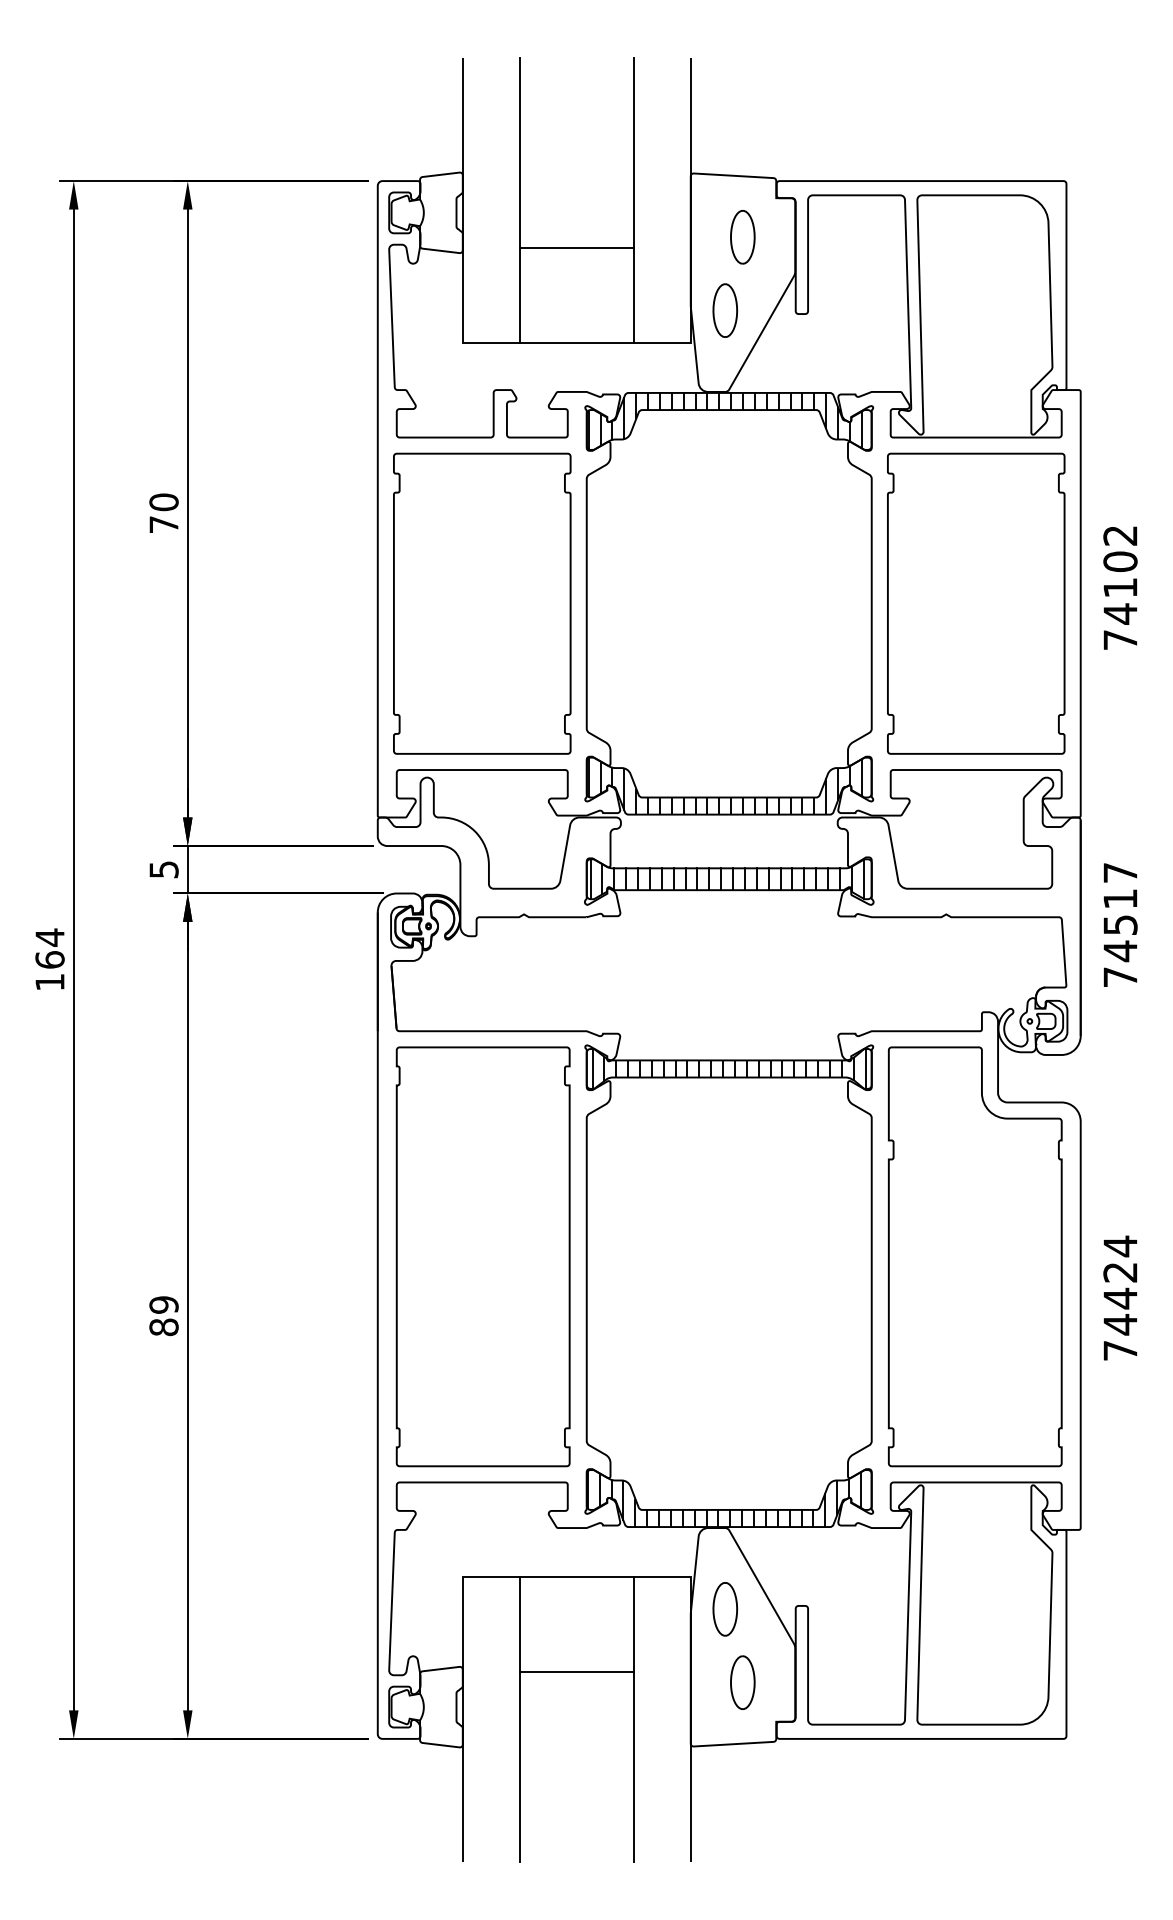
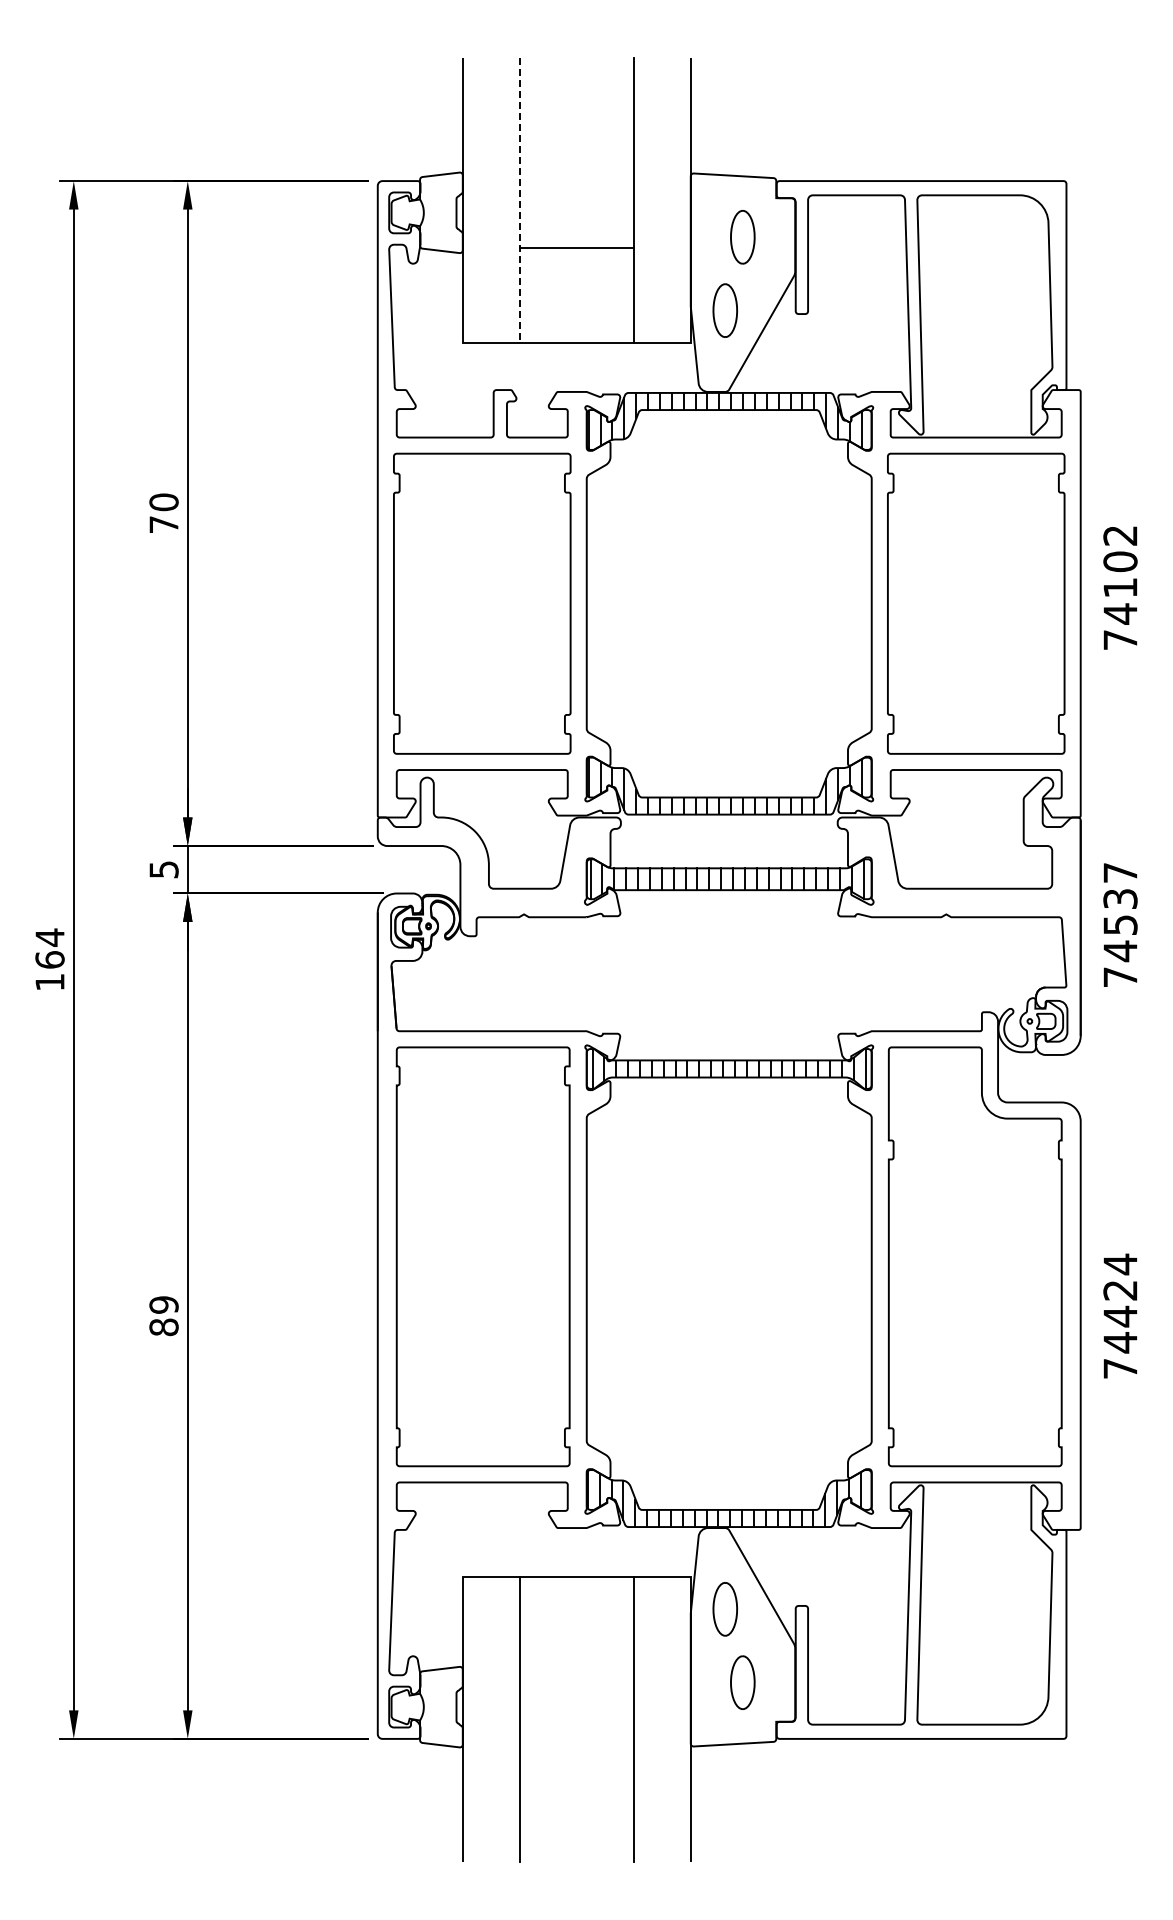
line at (519, 200): solid -> dashed
text at (1120, 898): 74517 -> 74537
text at (1120, 1297) position: (1120, 1297) -> (1120, 1315)
line at (576, 1672): present -> none
